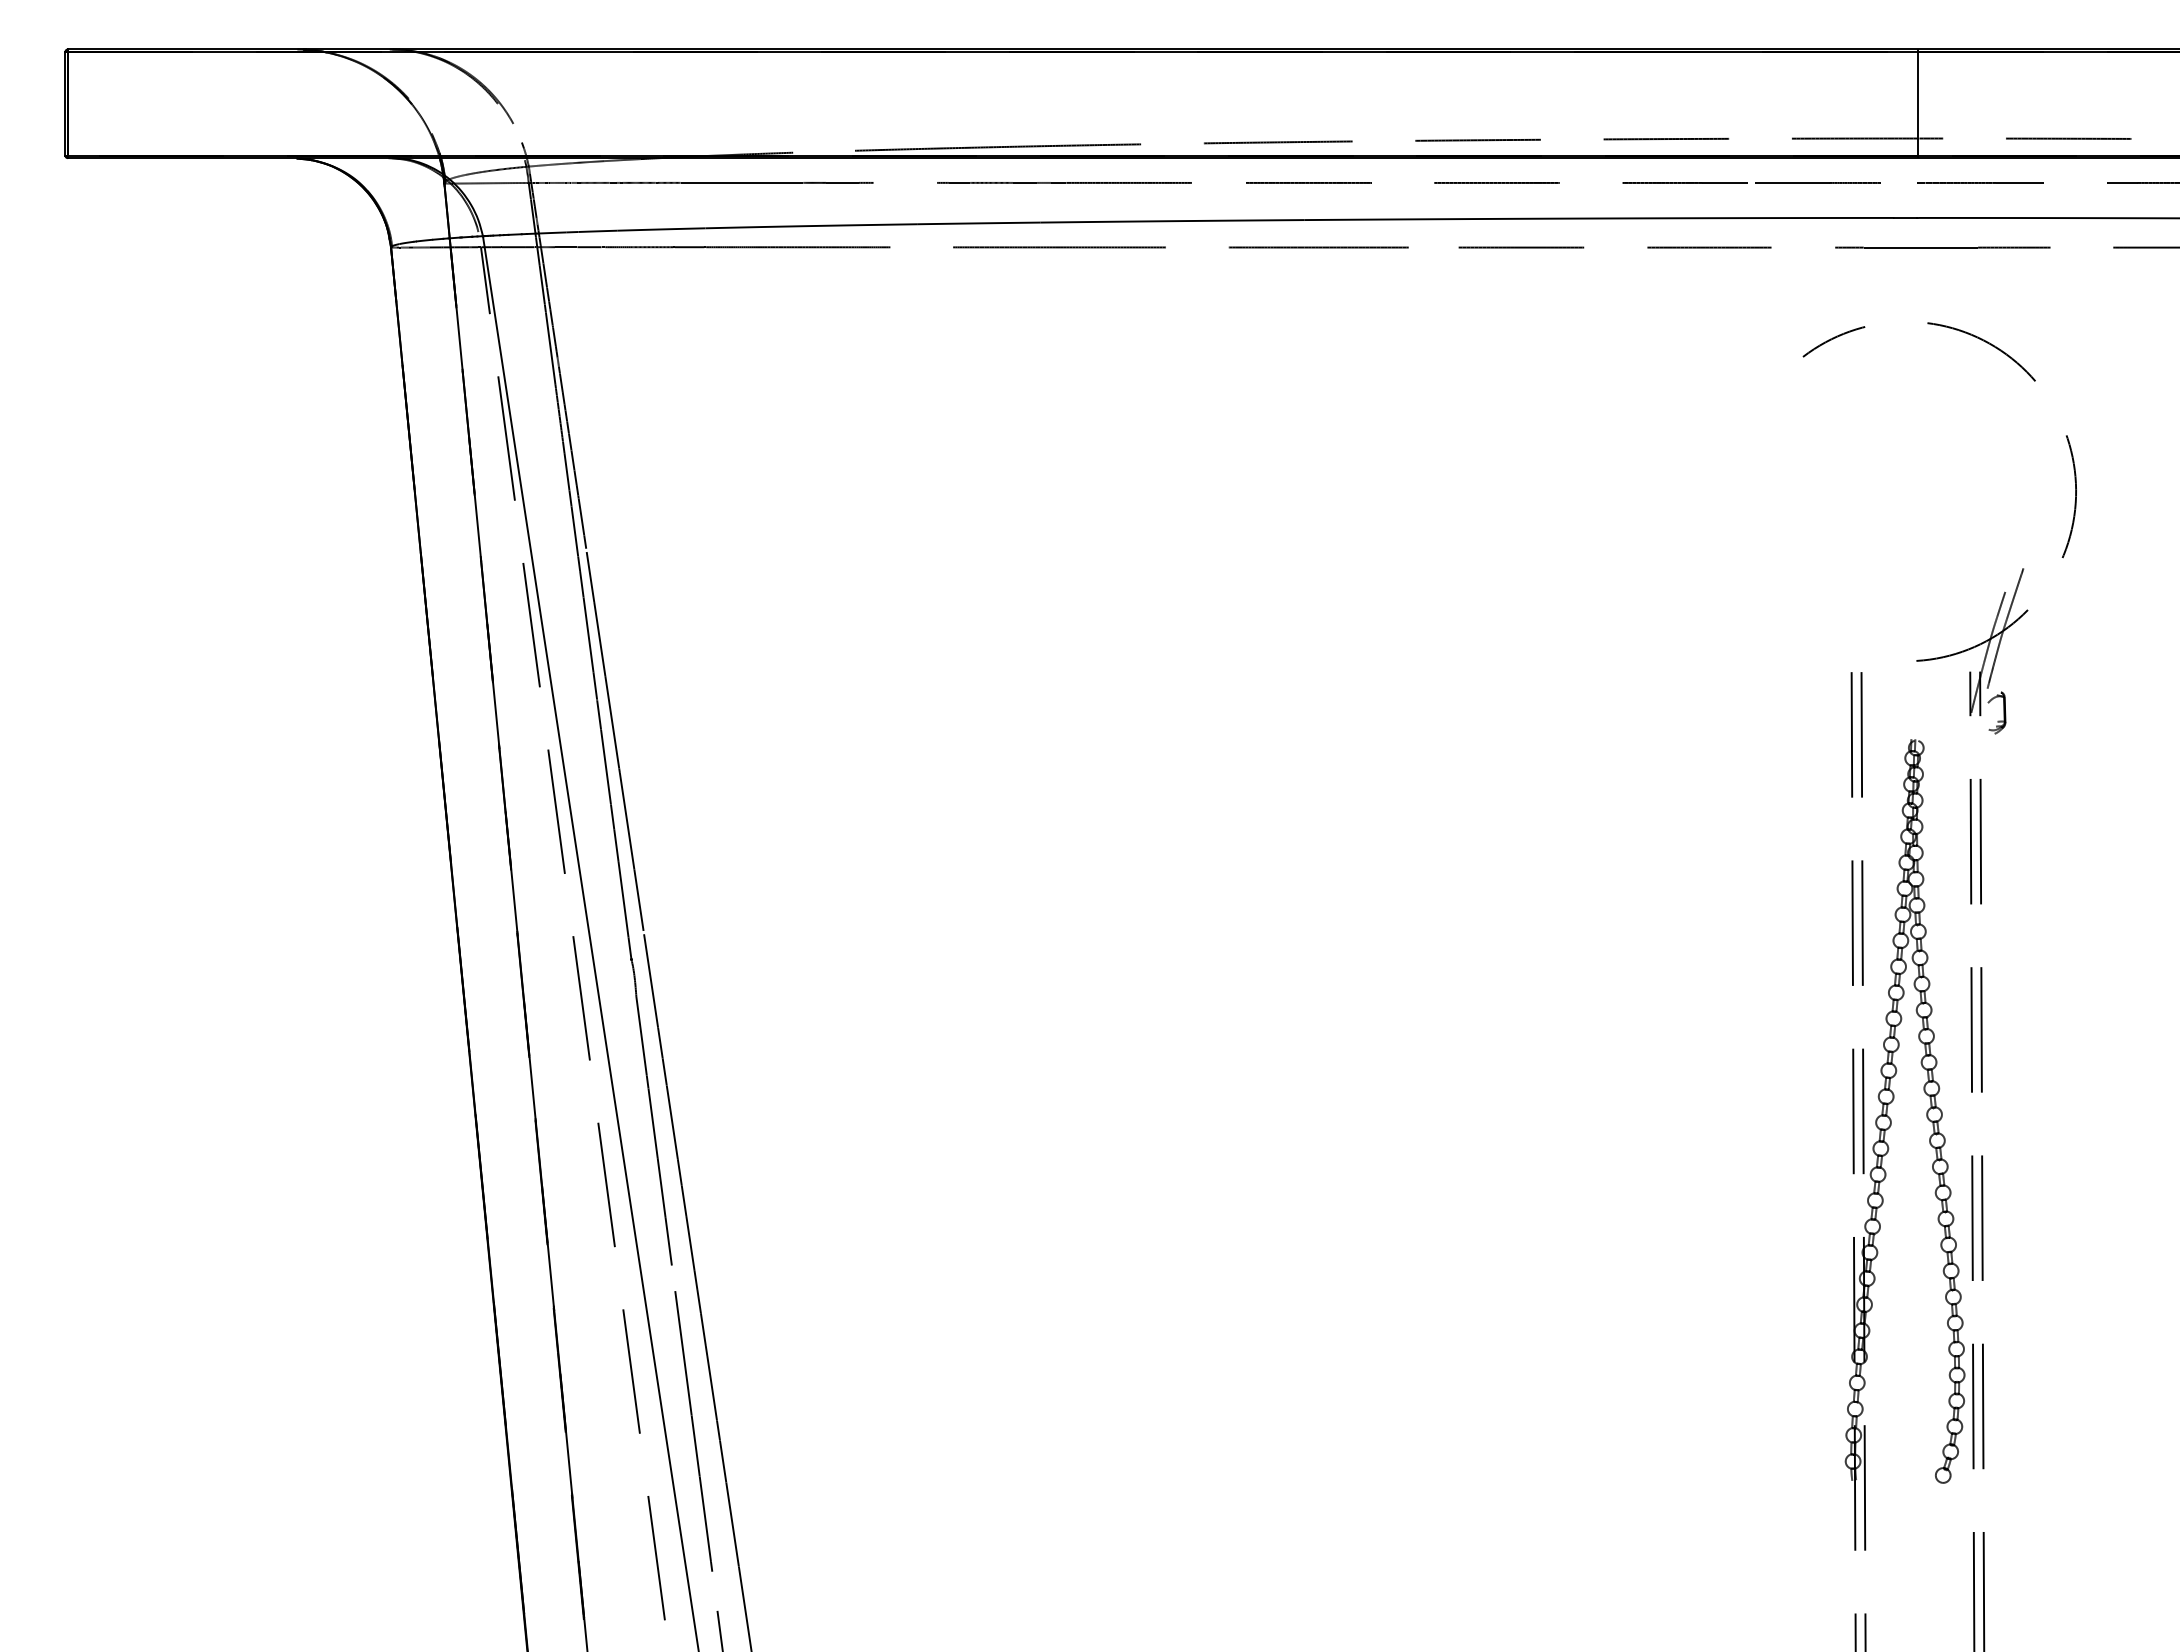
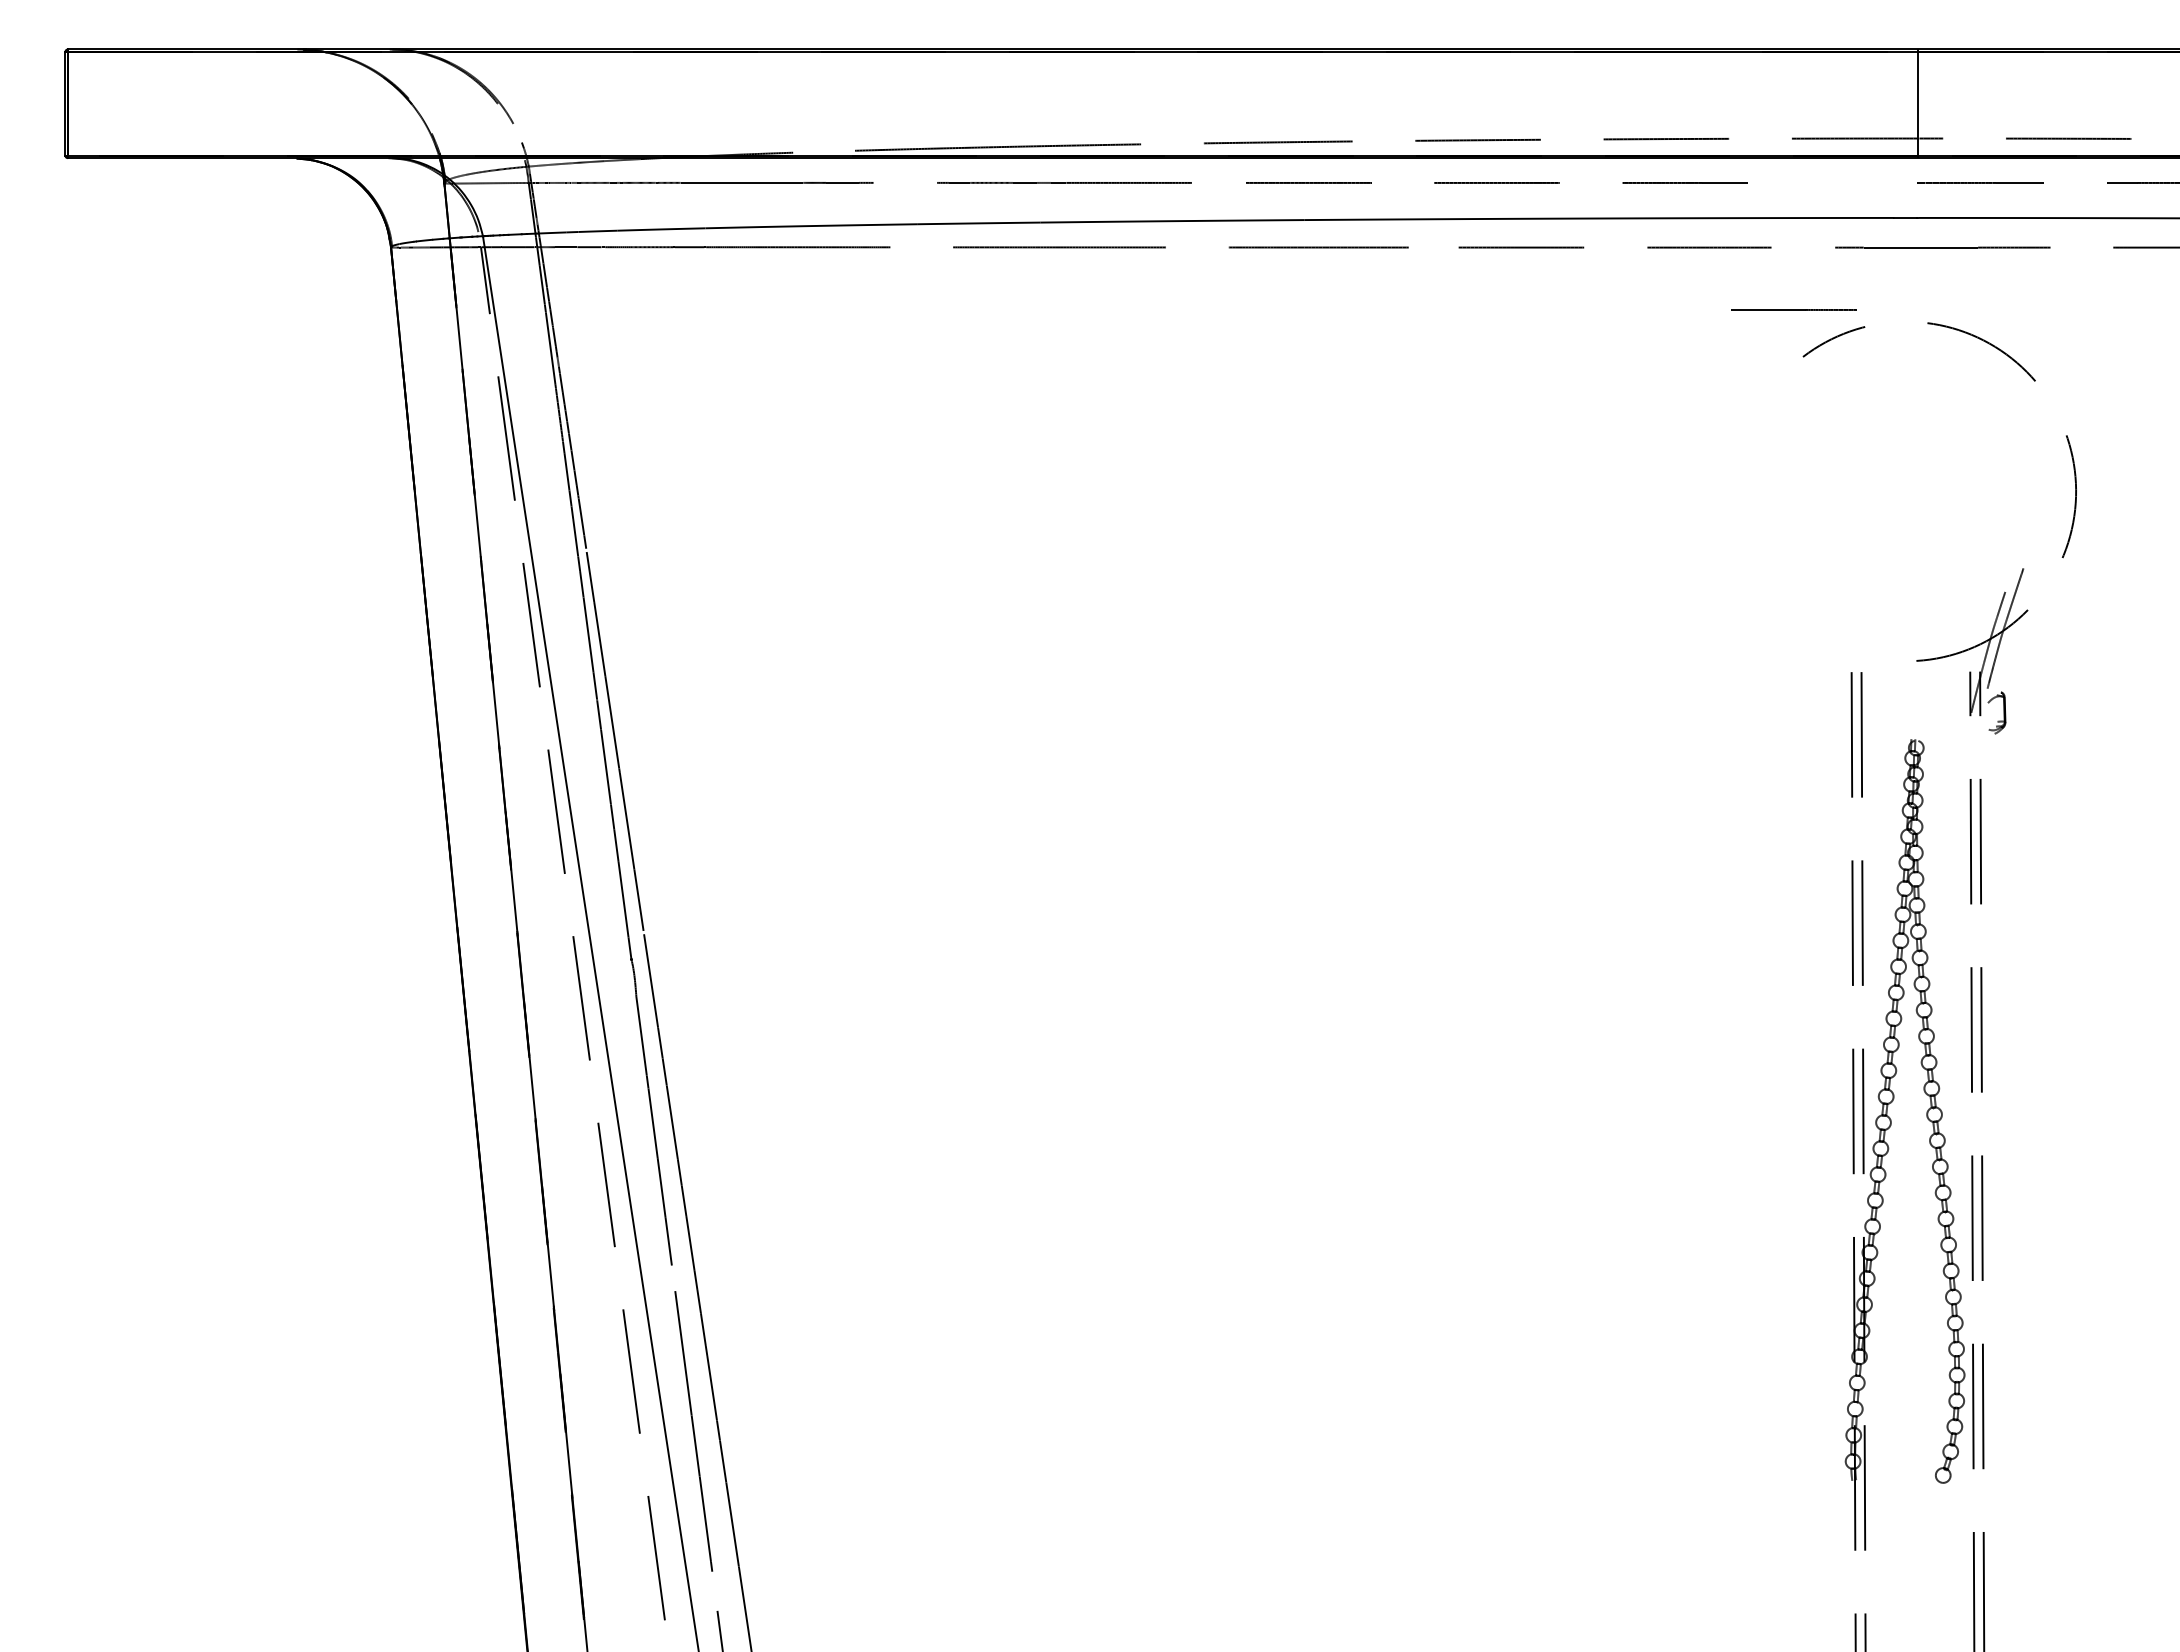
line at (1817, 182) position: (1817, 182) -> (1793, 309)
